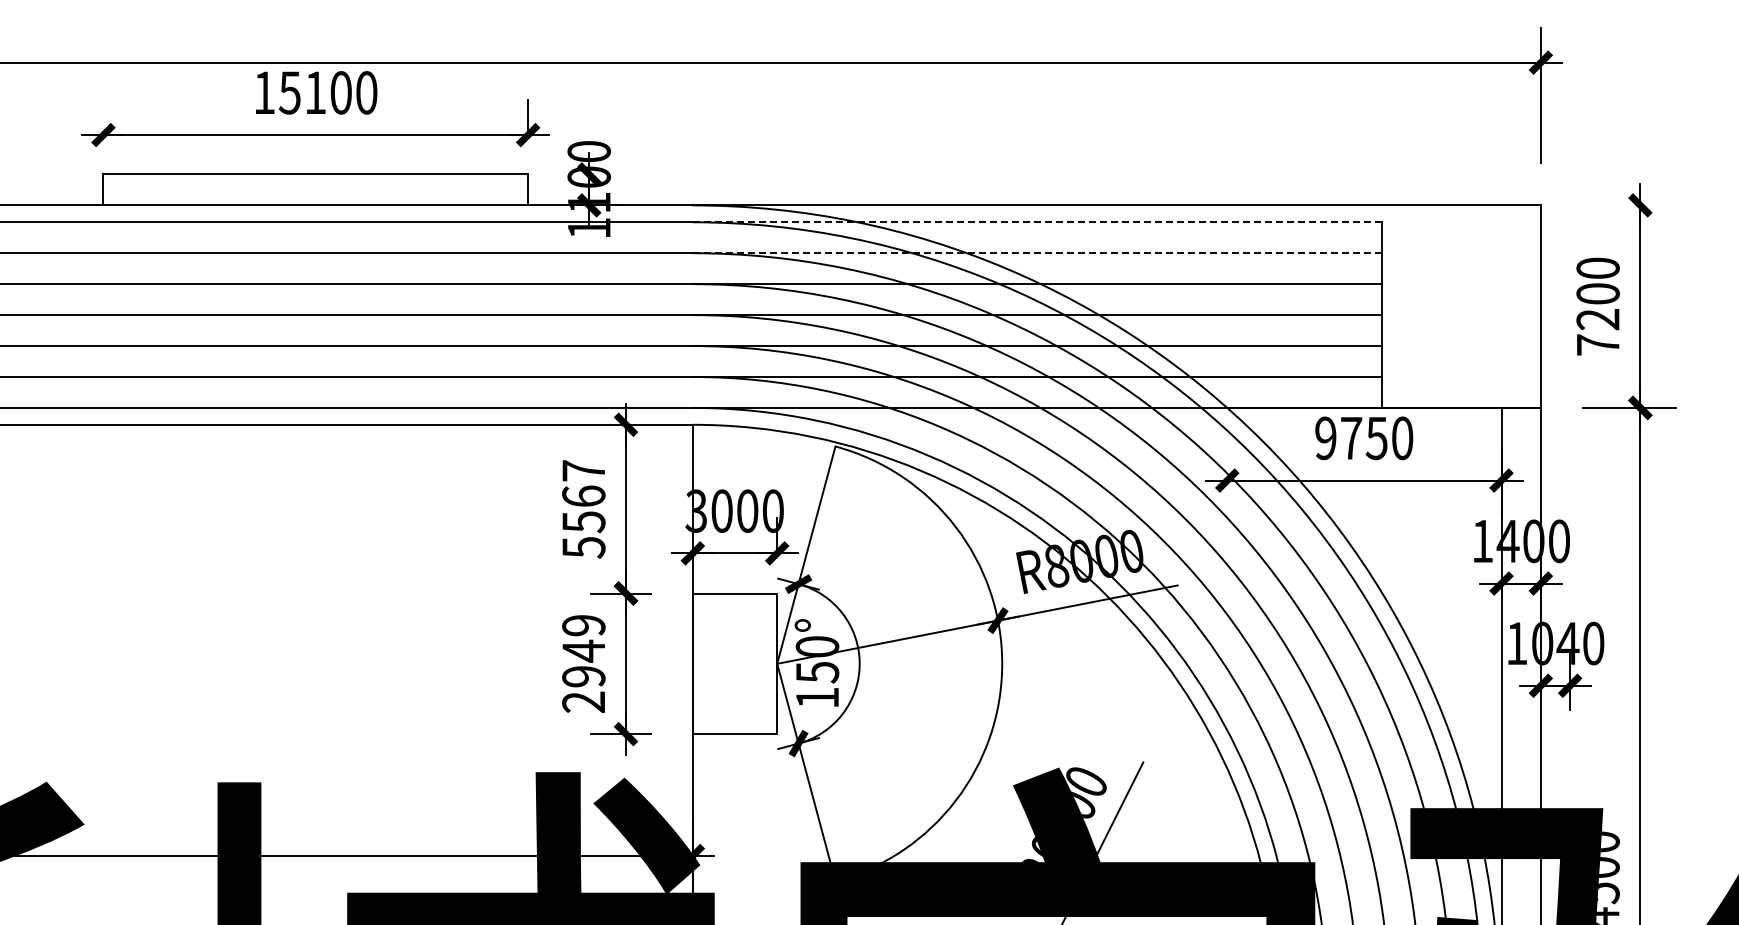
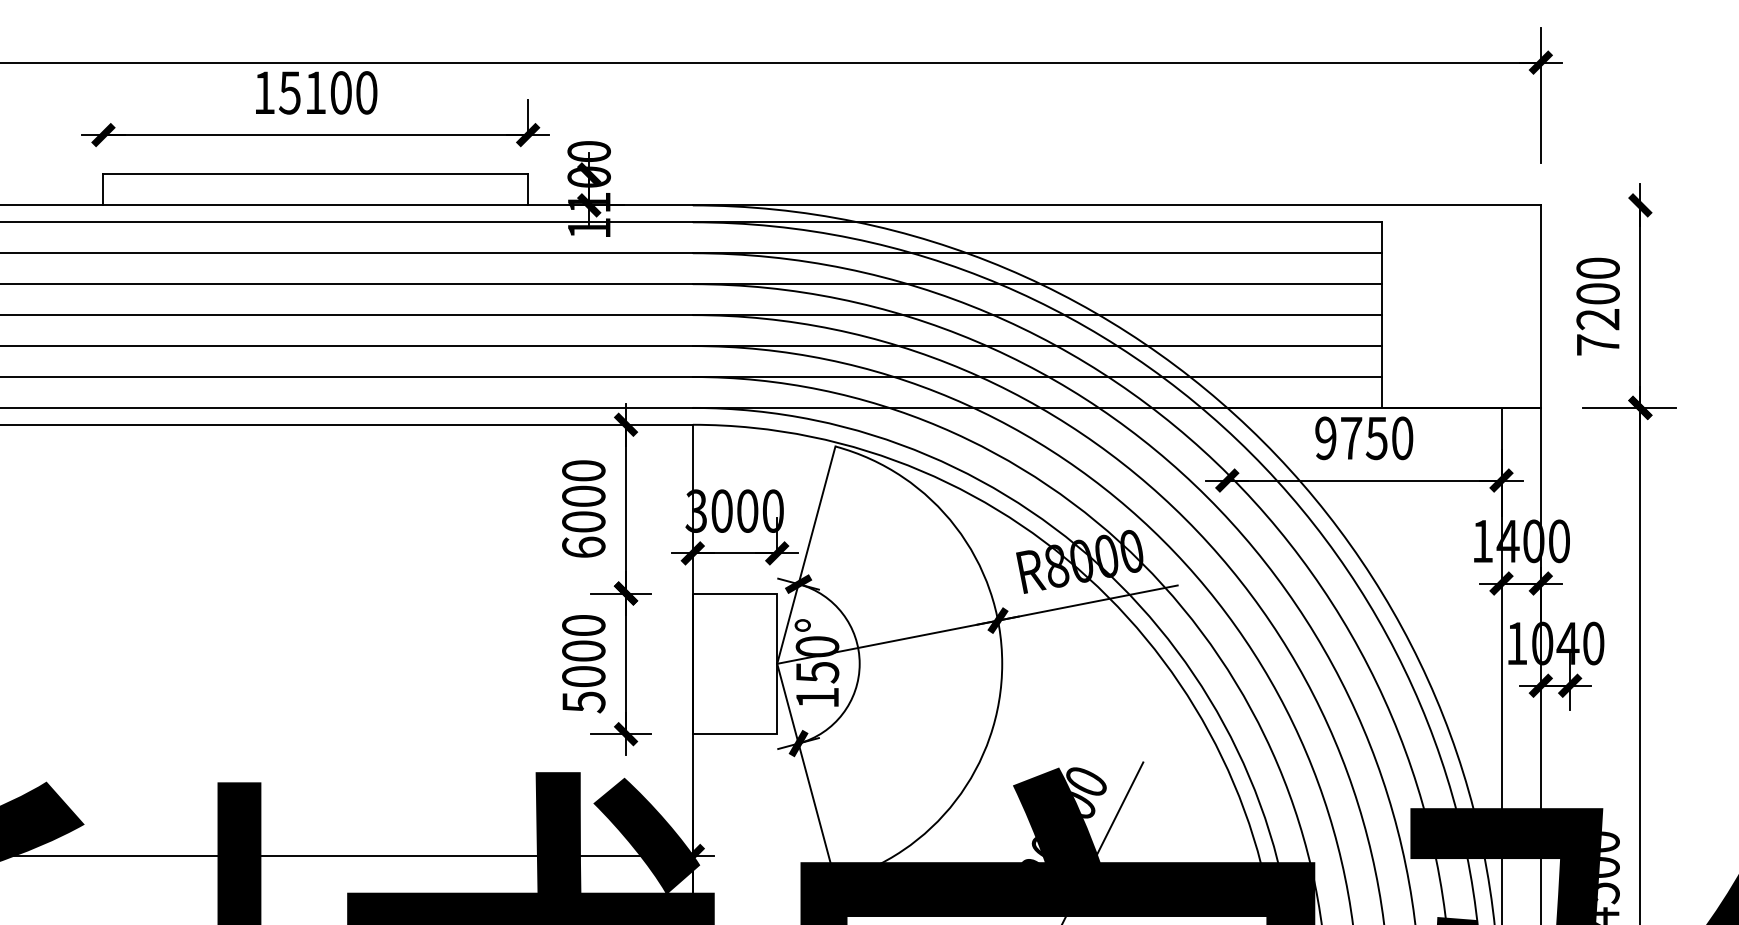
line at (1037, 222): dashed -> solid
line at (1037, 253): dashed -> solid
text at (583, 509): 5567 -> 6000
text at (583, 664): 2949 -> 5000
